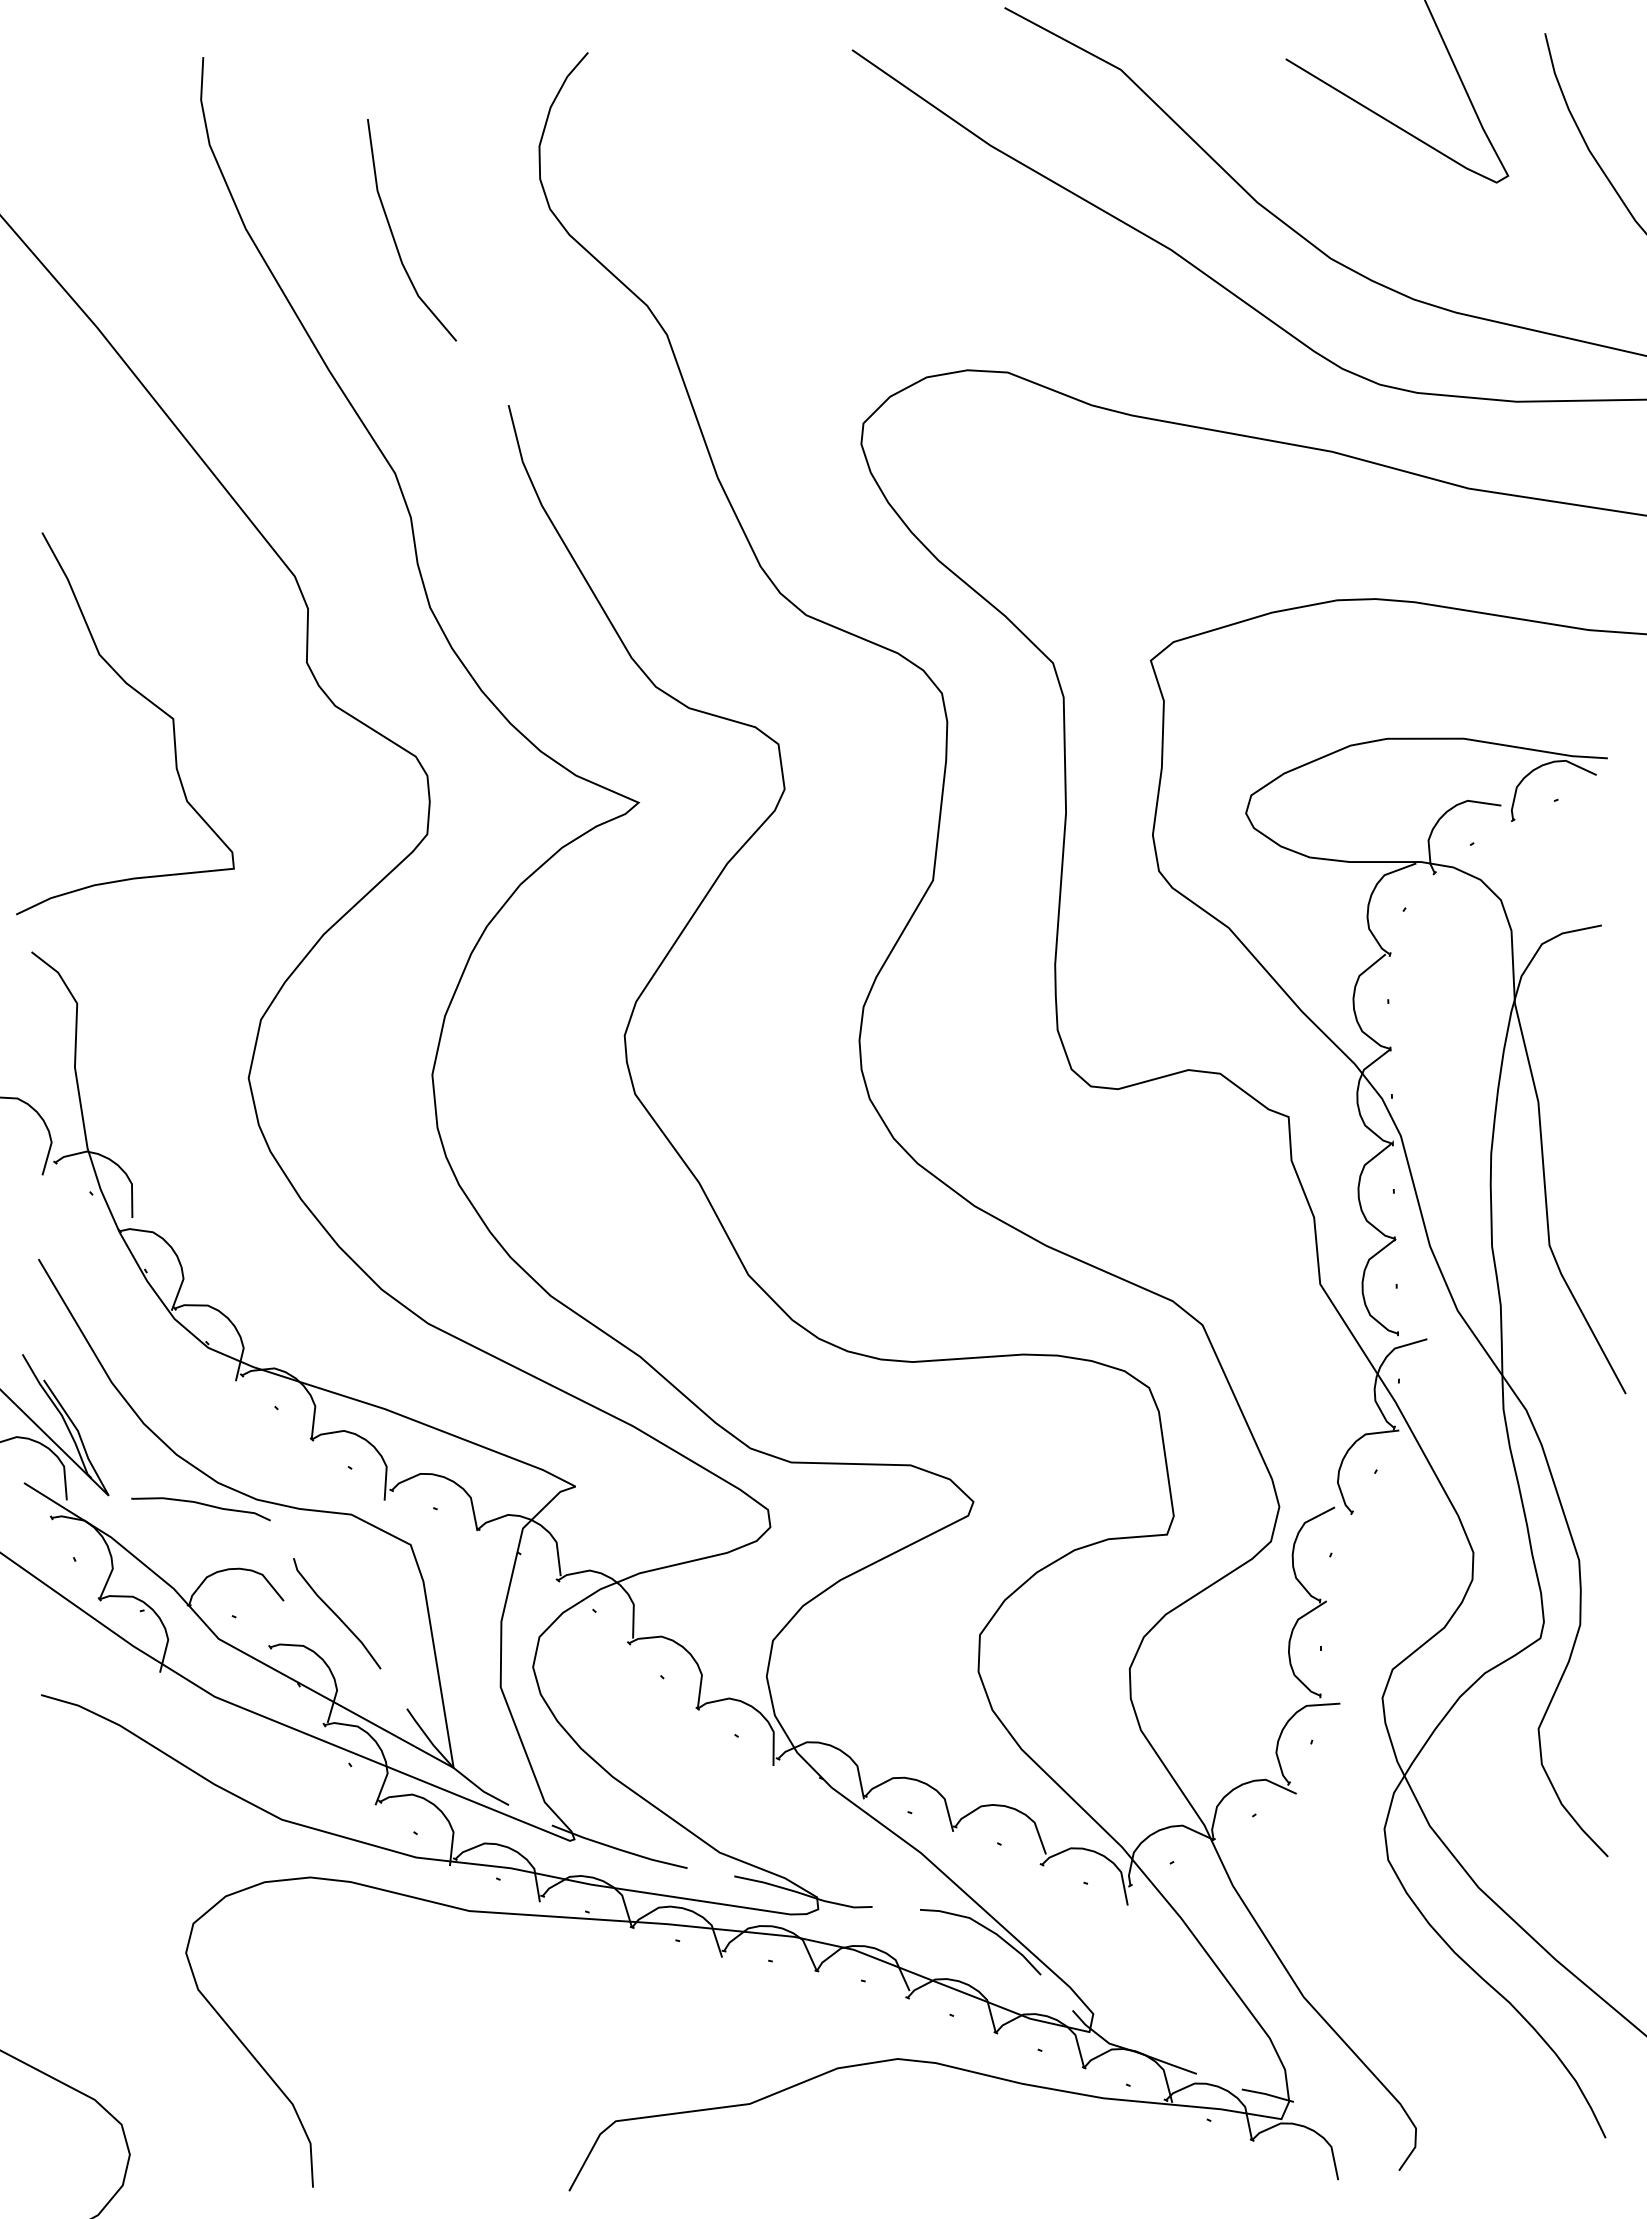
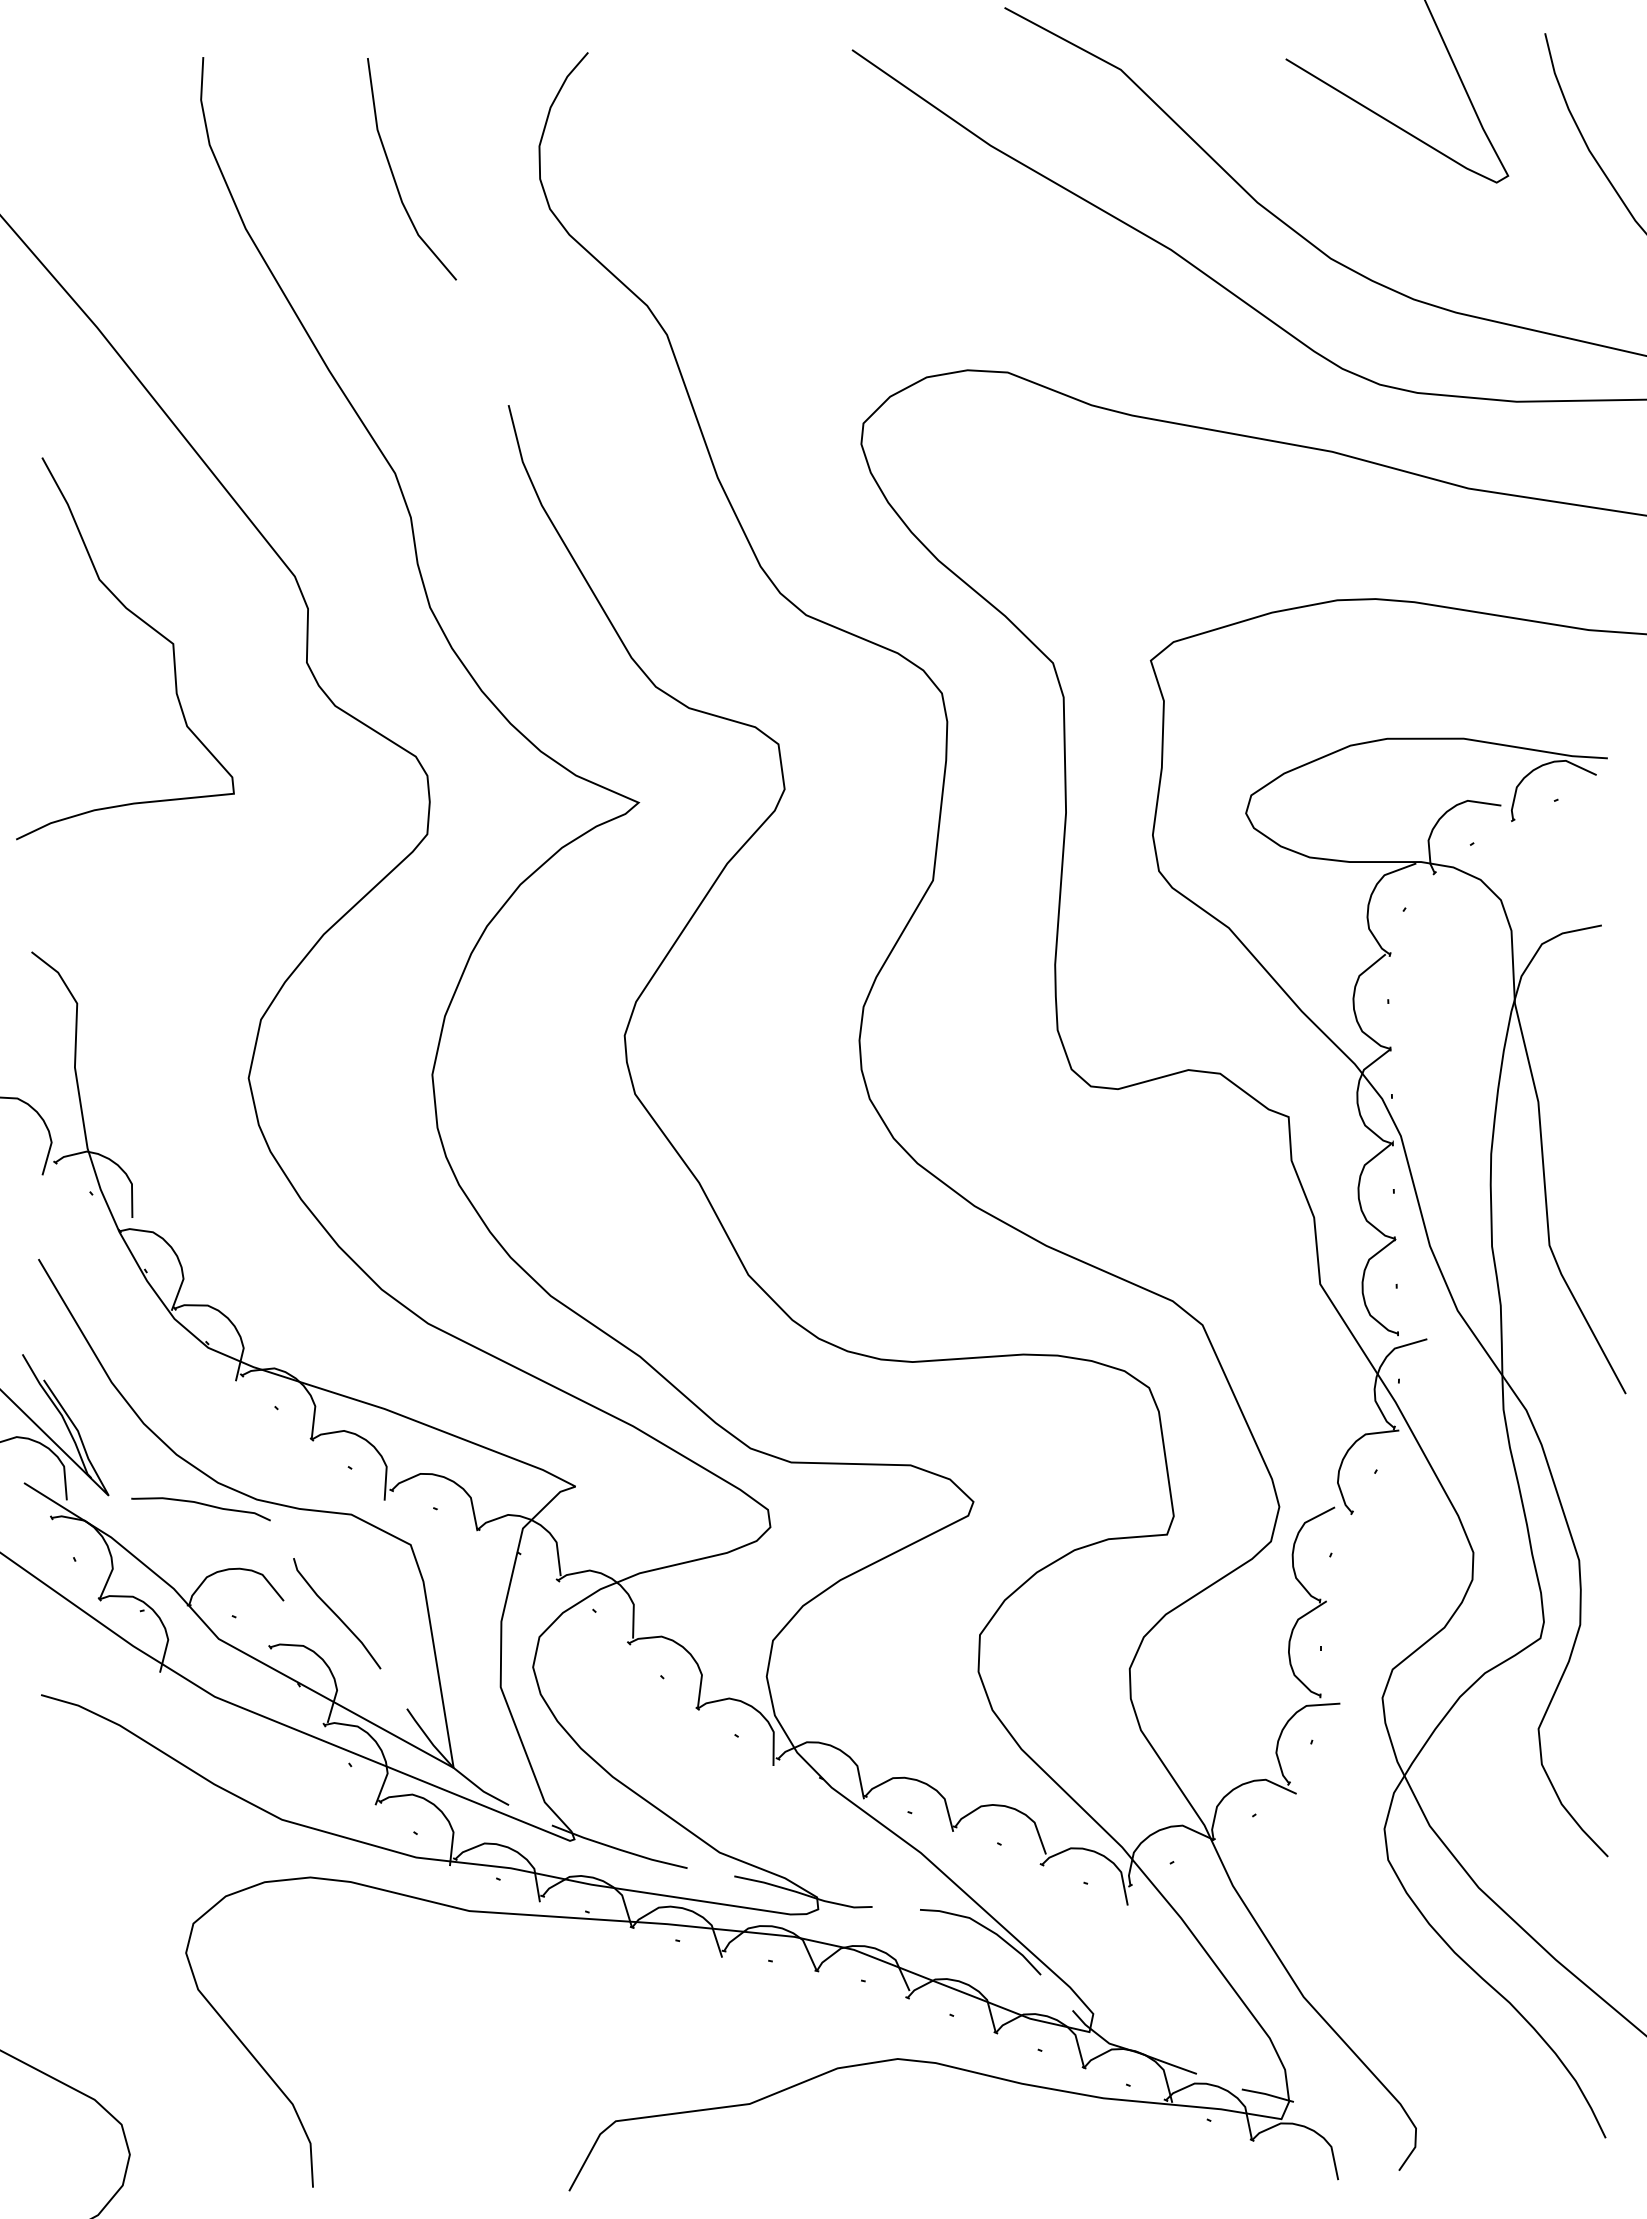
line at (394, 237) position: (394, 237) -> (394, 176)
curve at (144, 698) position: (144, 698) -> (144, 623)
